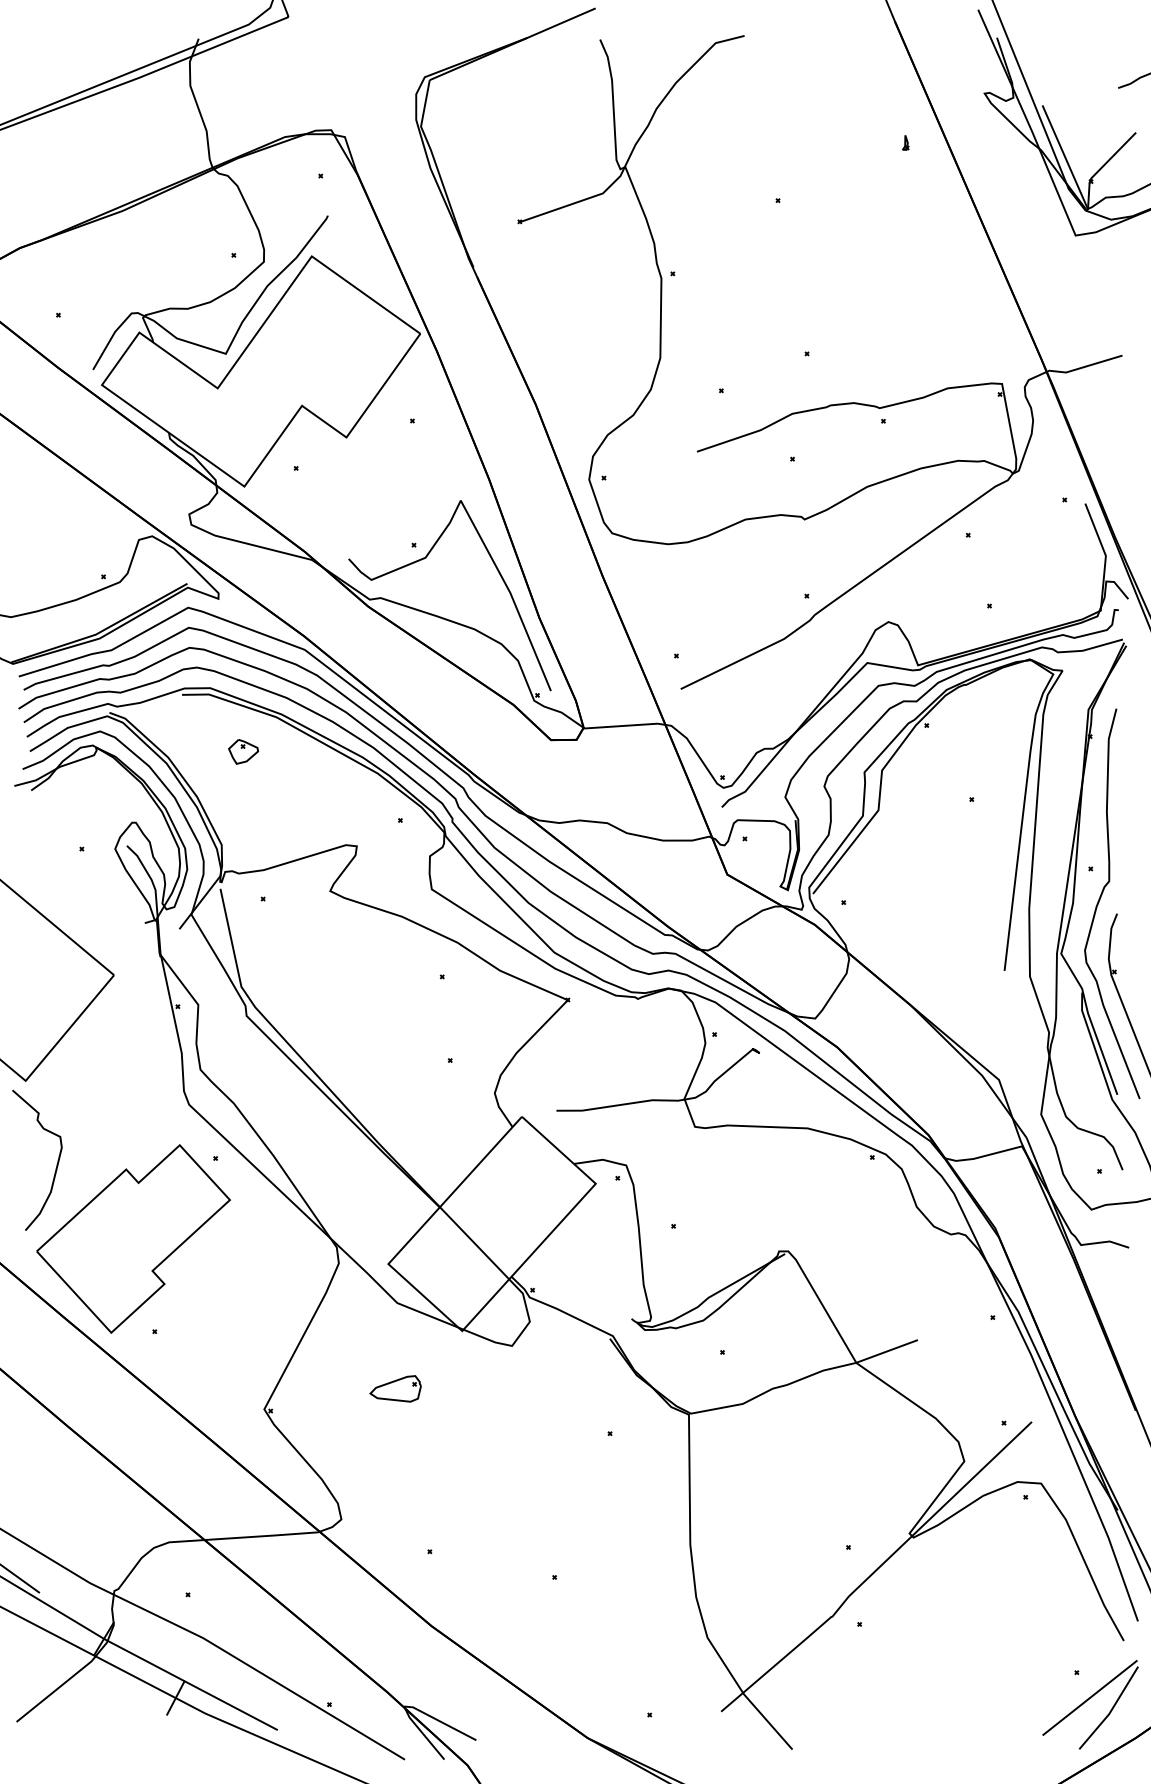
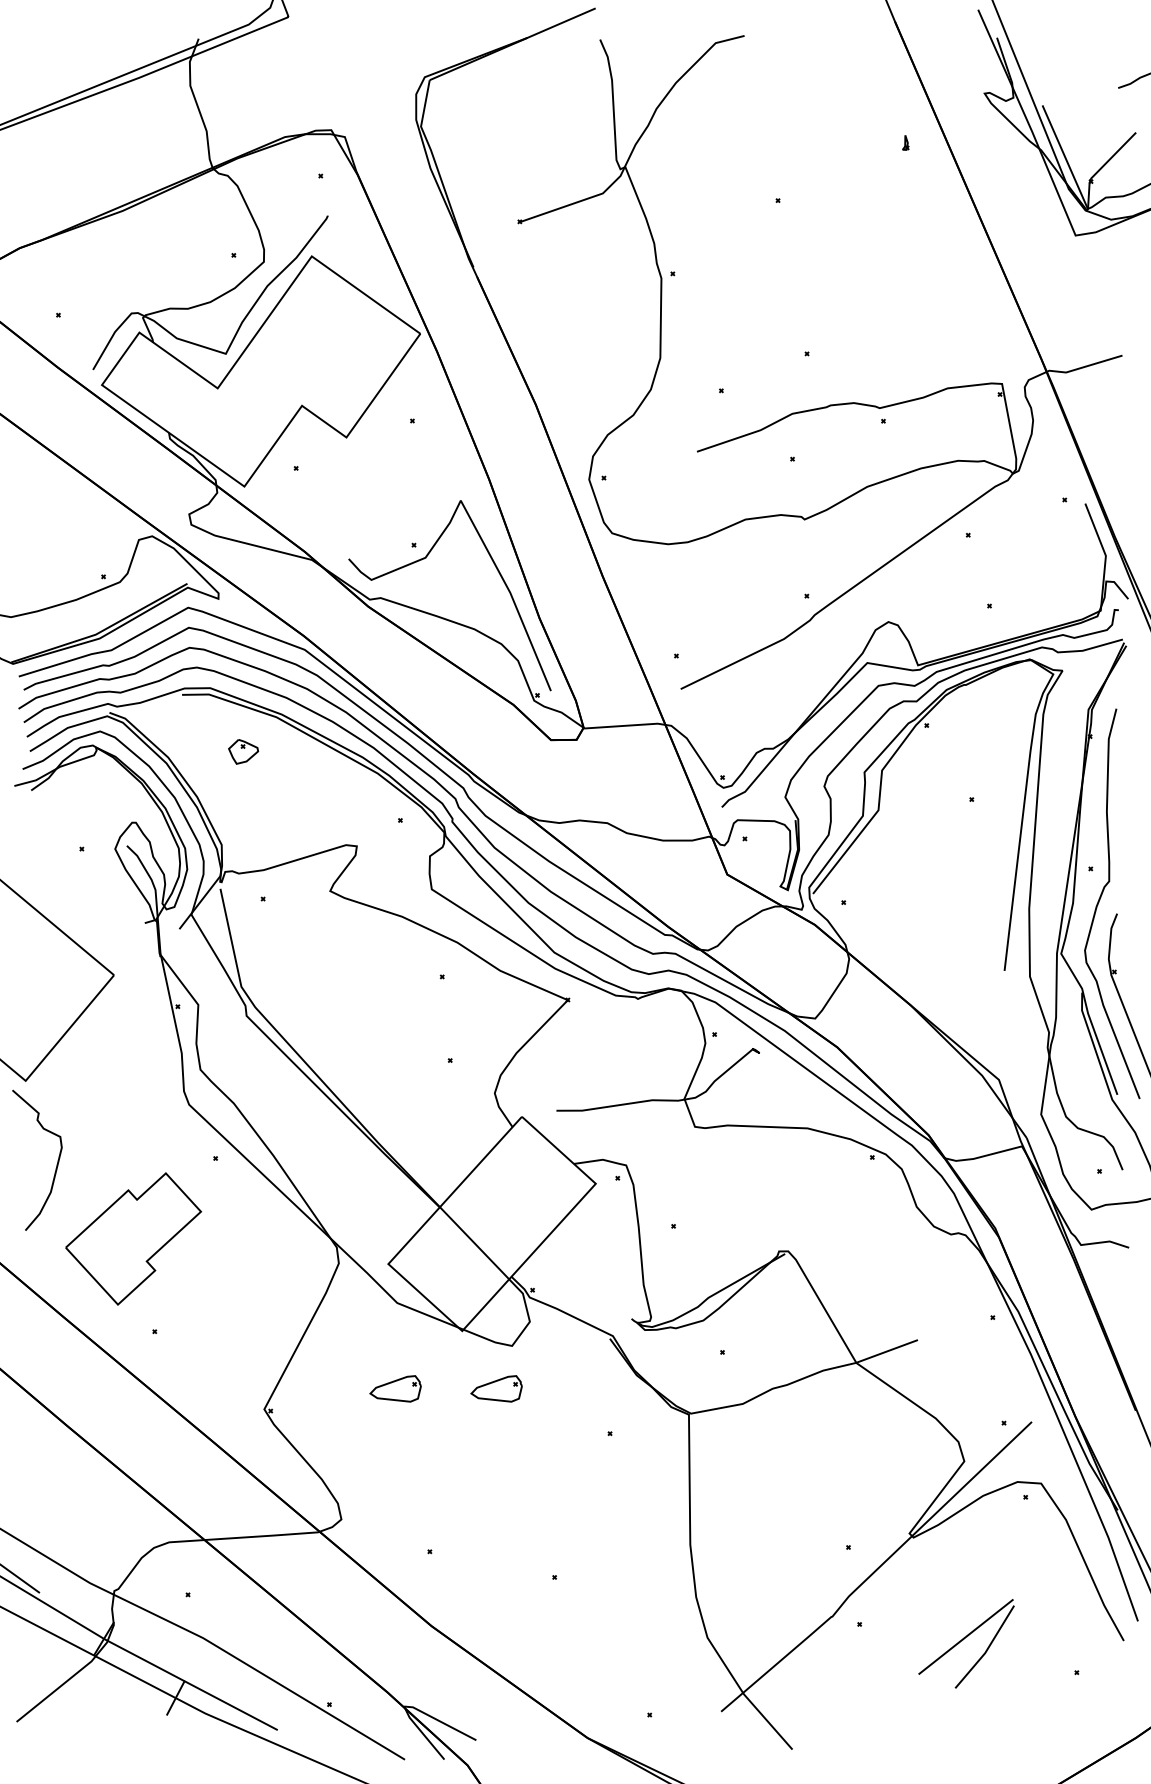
part at (133, 1238) size: 195x190 px -> 138x134 px
part at (496, 1388): none -> present
part at (1090, 1704) position: (1090, 1704) -> (966, 1643)
